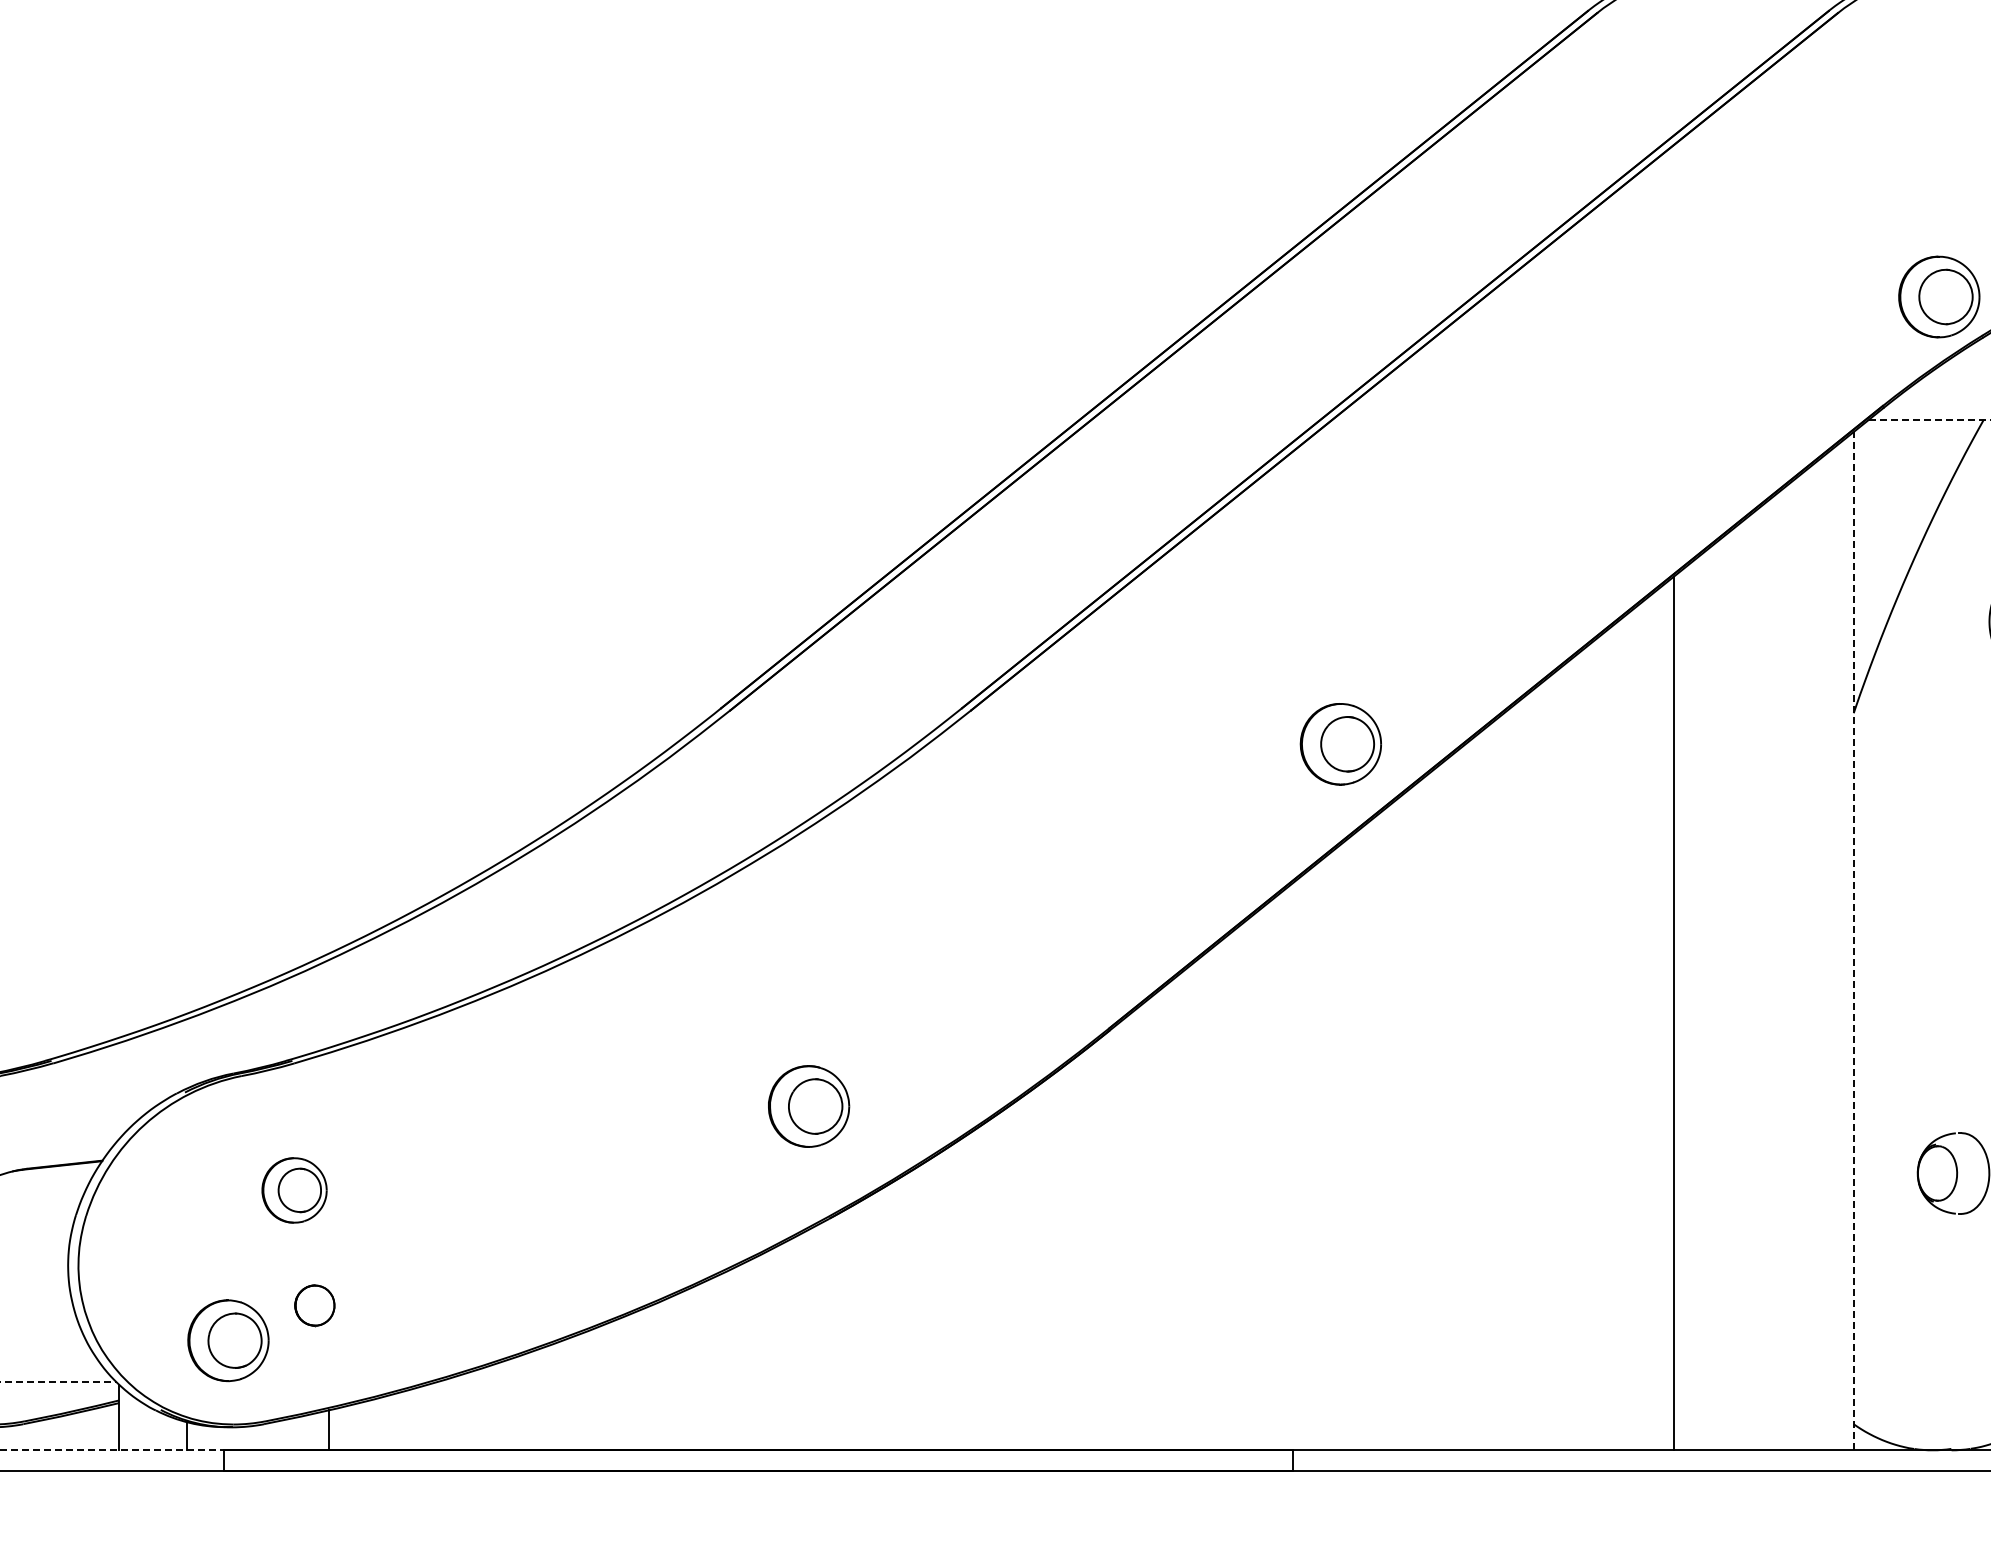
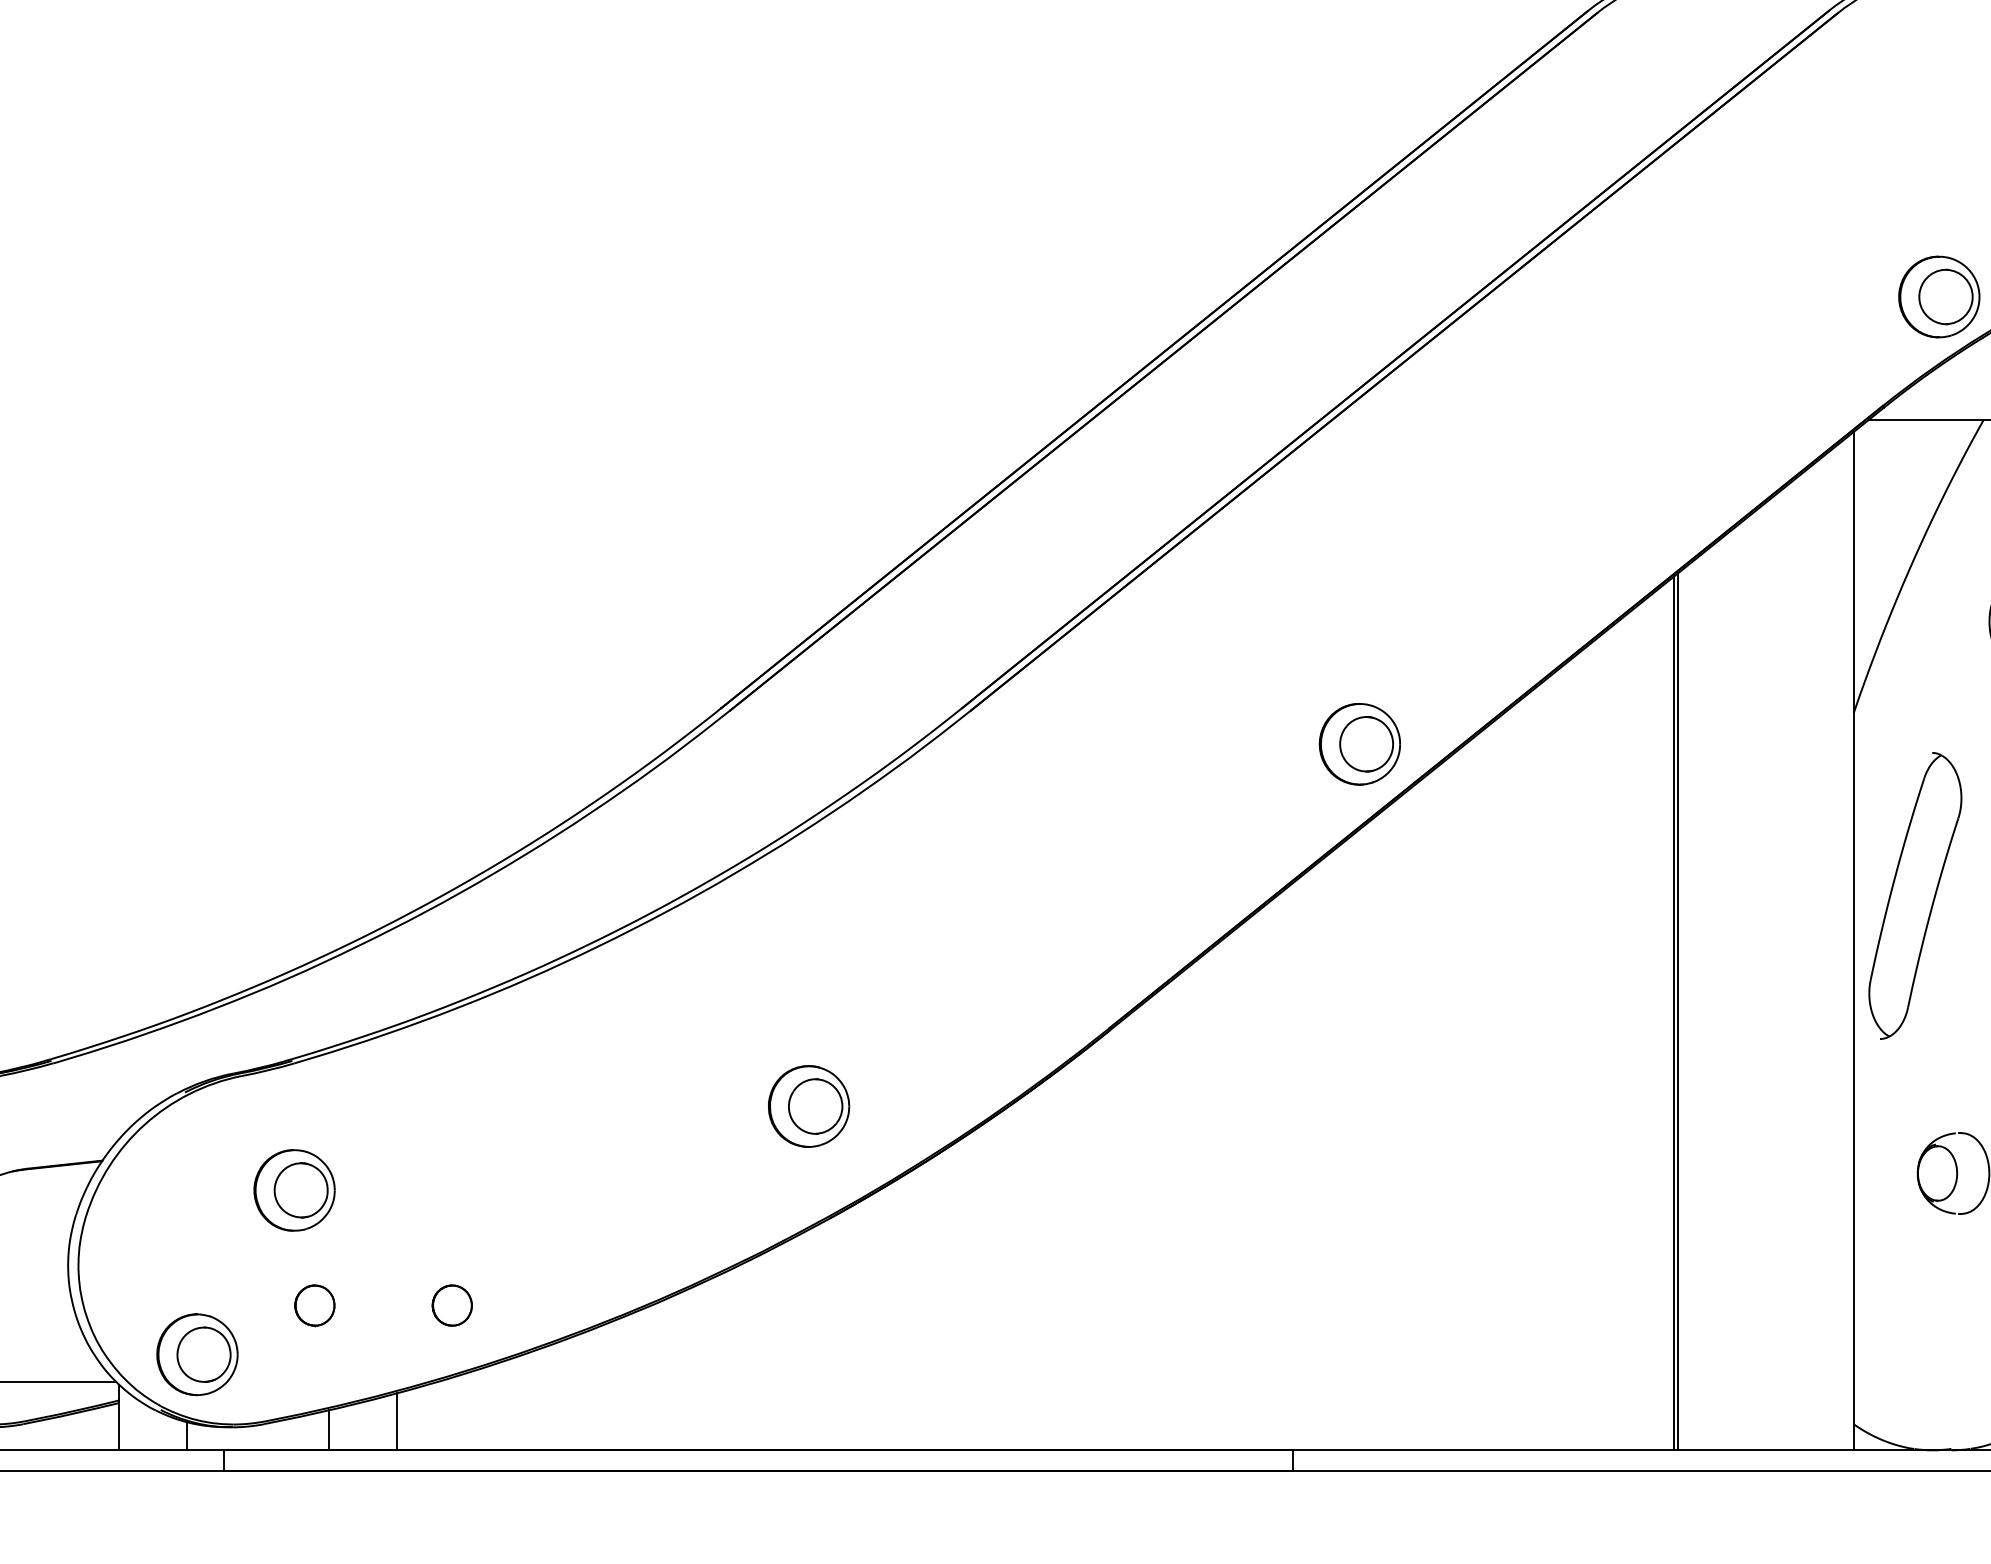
line at (1929, 419): dashed -> solid
part at (1340, 744) position: (1340, 744) -> (1359, 744)
part at (1915, 895): none -> present
line at (1853, 940): dashed -> solid
line at (1678, 1011): none -> present
part at (294, 1190) size: 67x67 px -> 83x83 px
part at (451, 1305): none -> present
part at (228, 1340) position: (228, 1340) -> (197, 1354)
line at (58, 1381): dashed -> solid
line at (397, 1421): none -> present
line at (112, 1450): dashed -> solid
